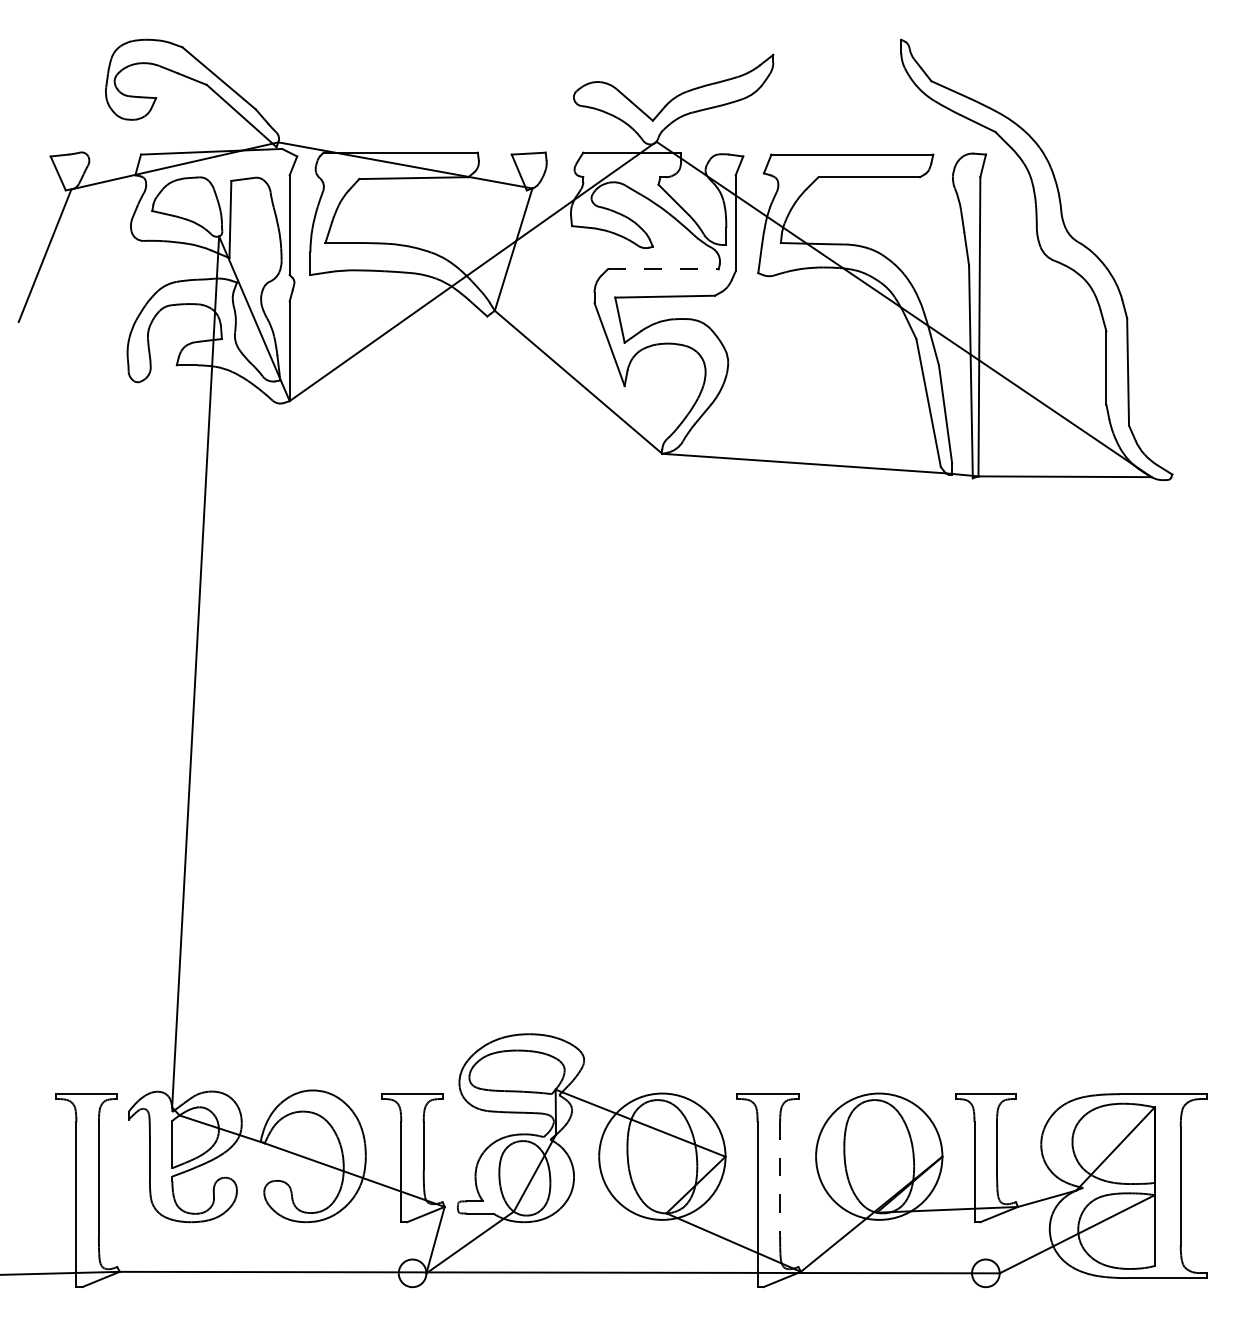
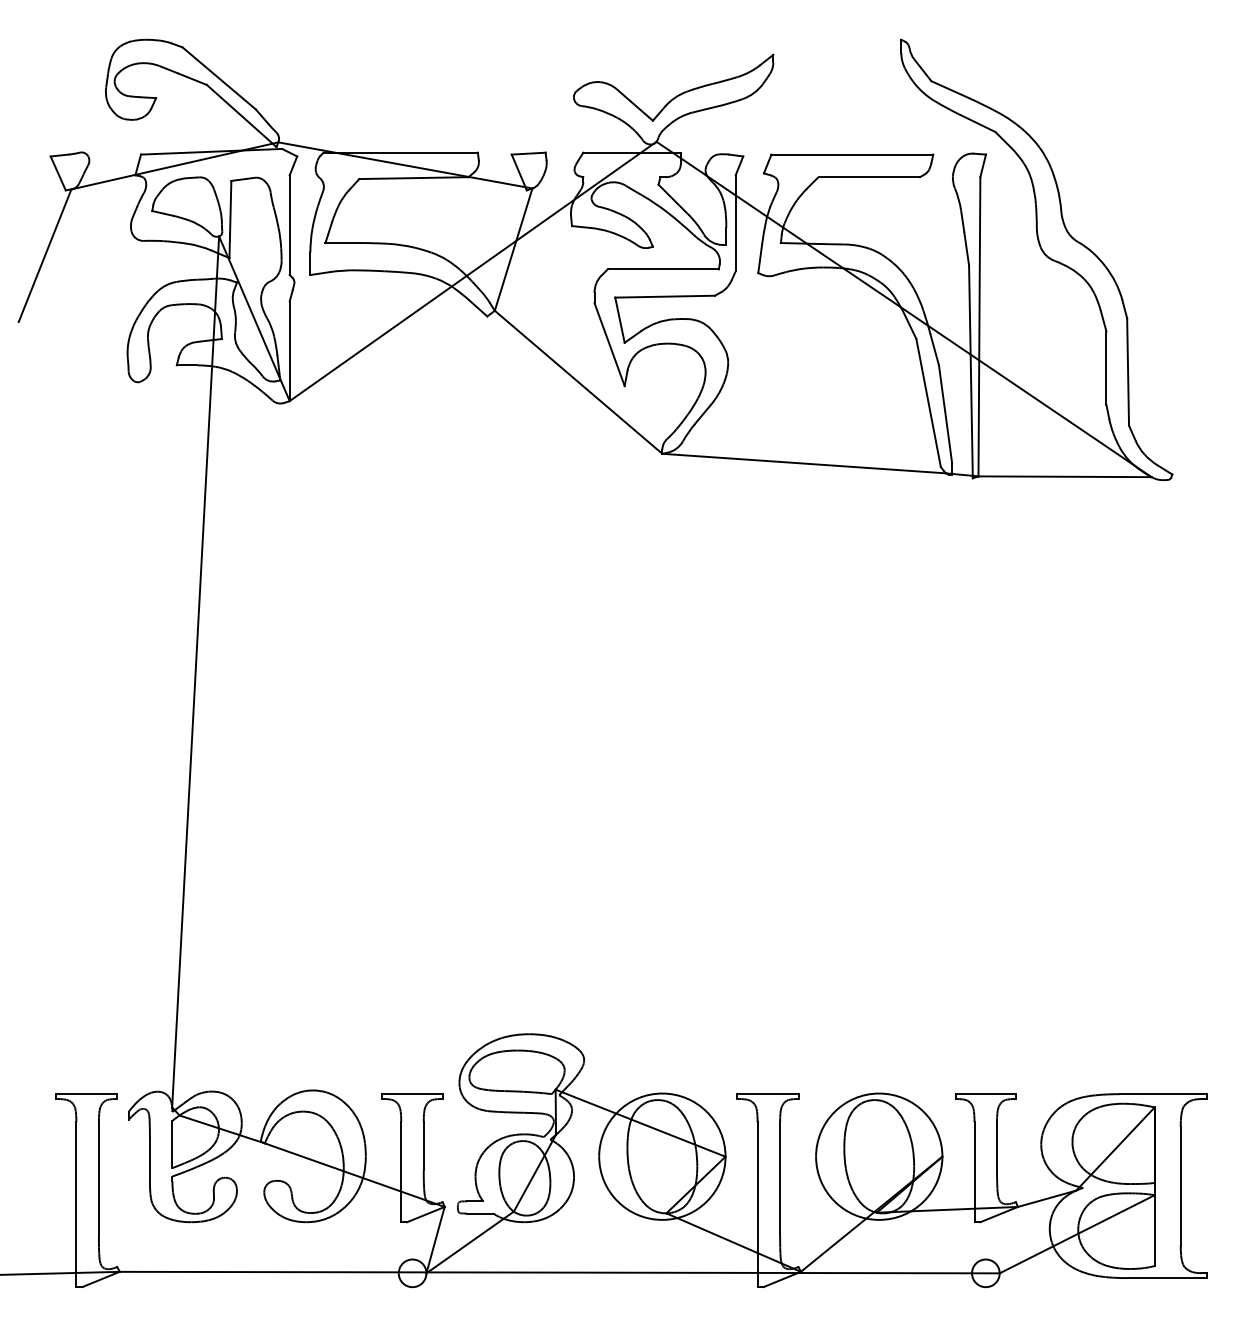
line at (663, 269): dashed -> solid
line at (780, 1179): dashed -> solid
